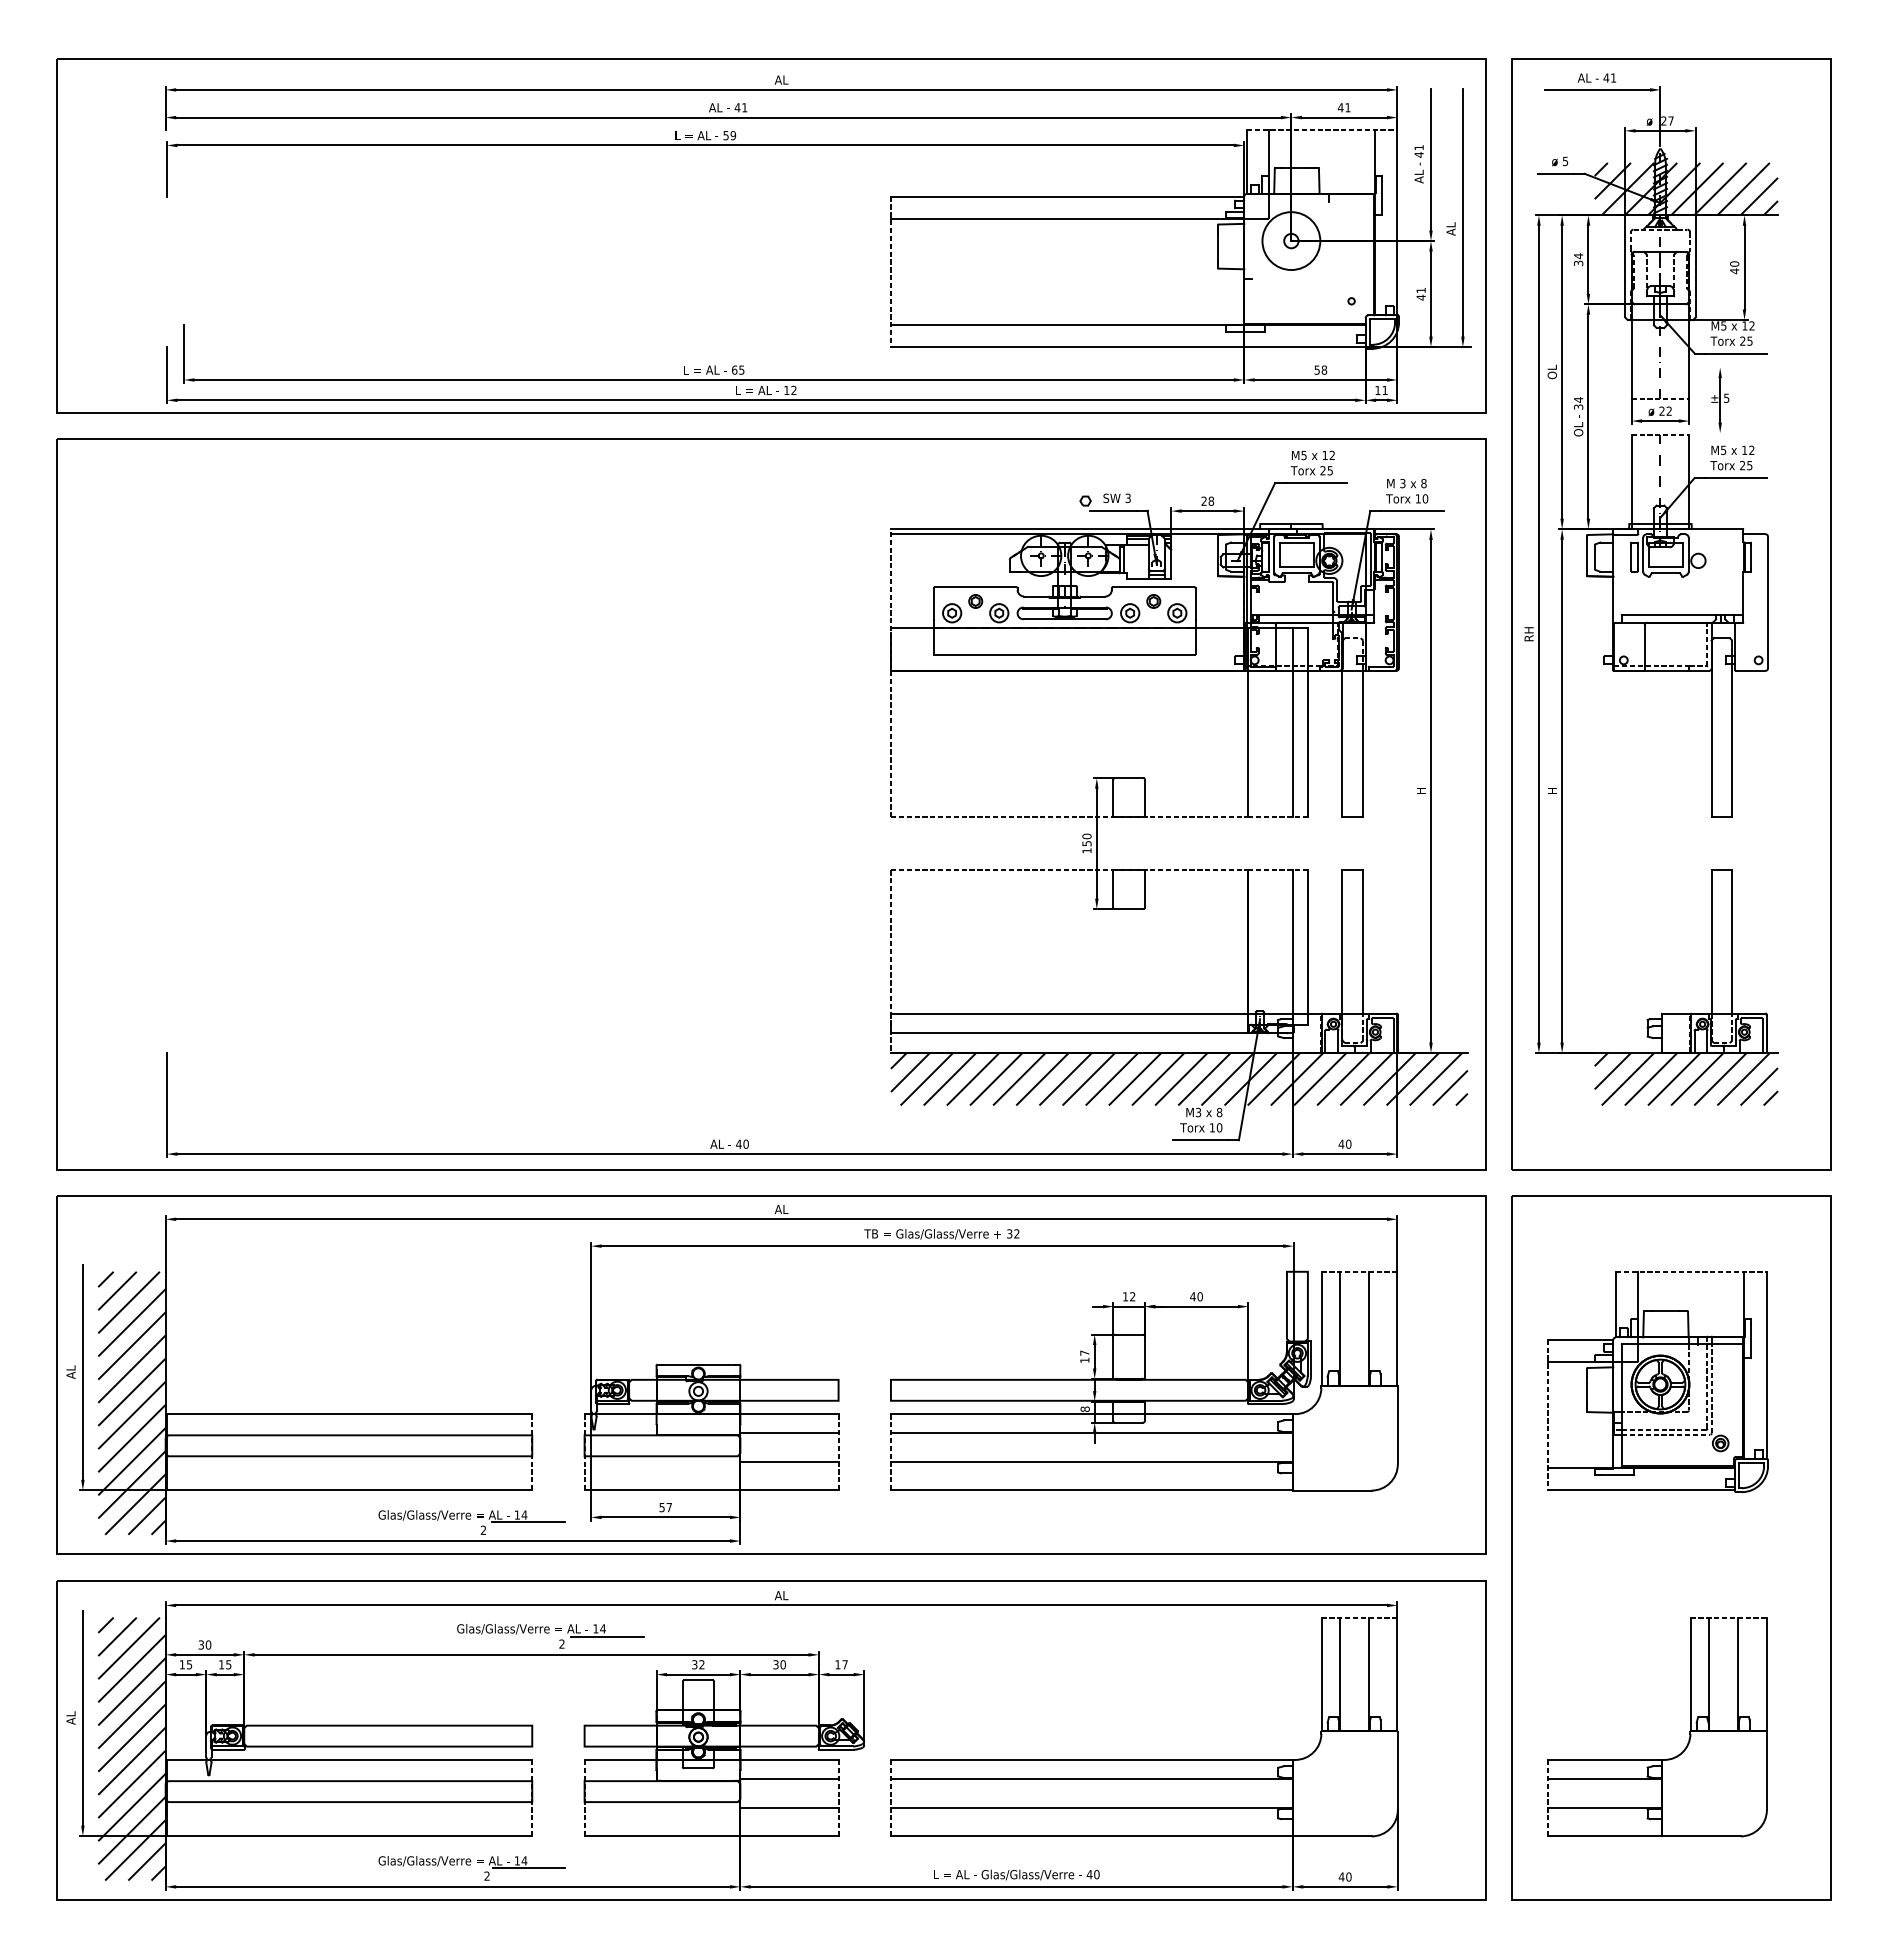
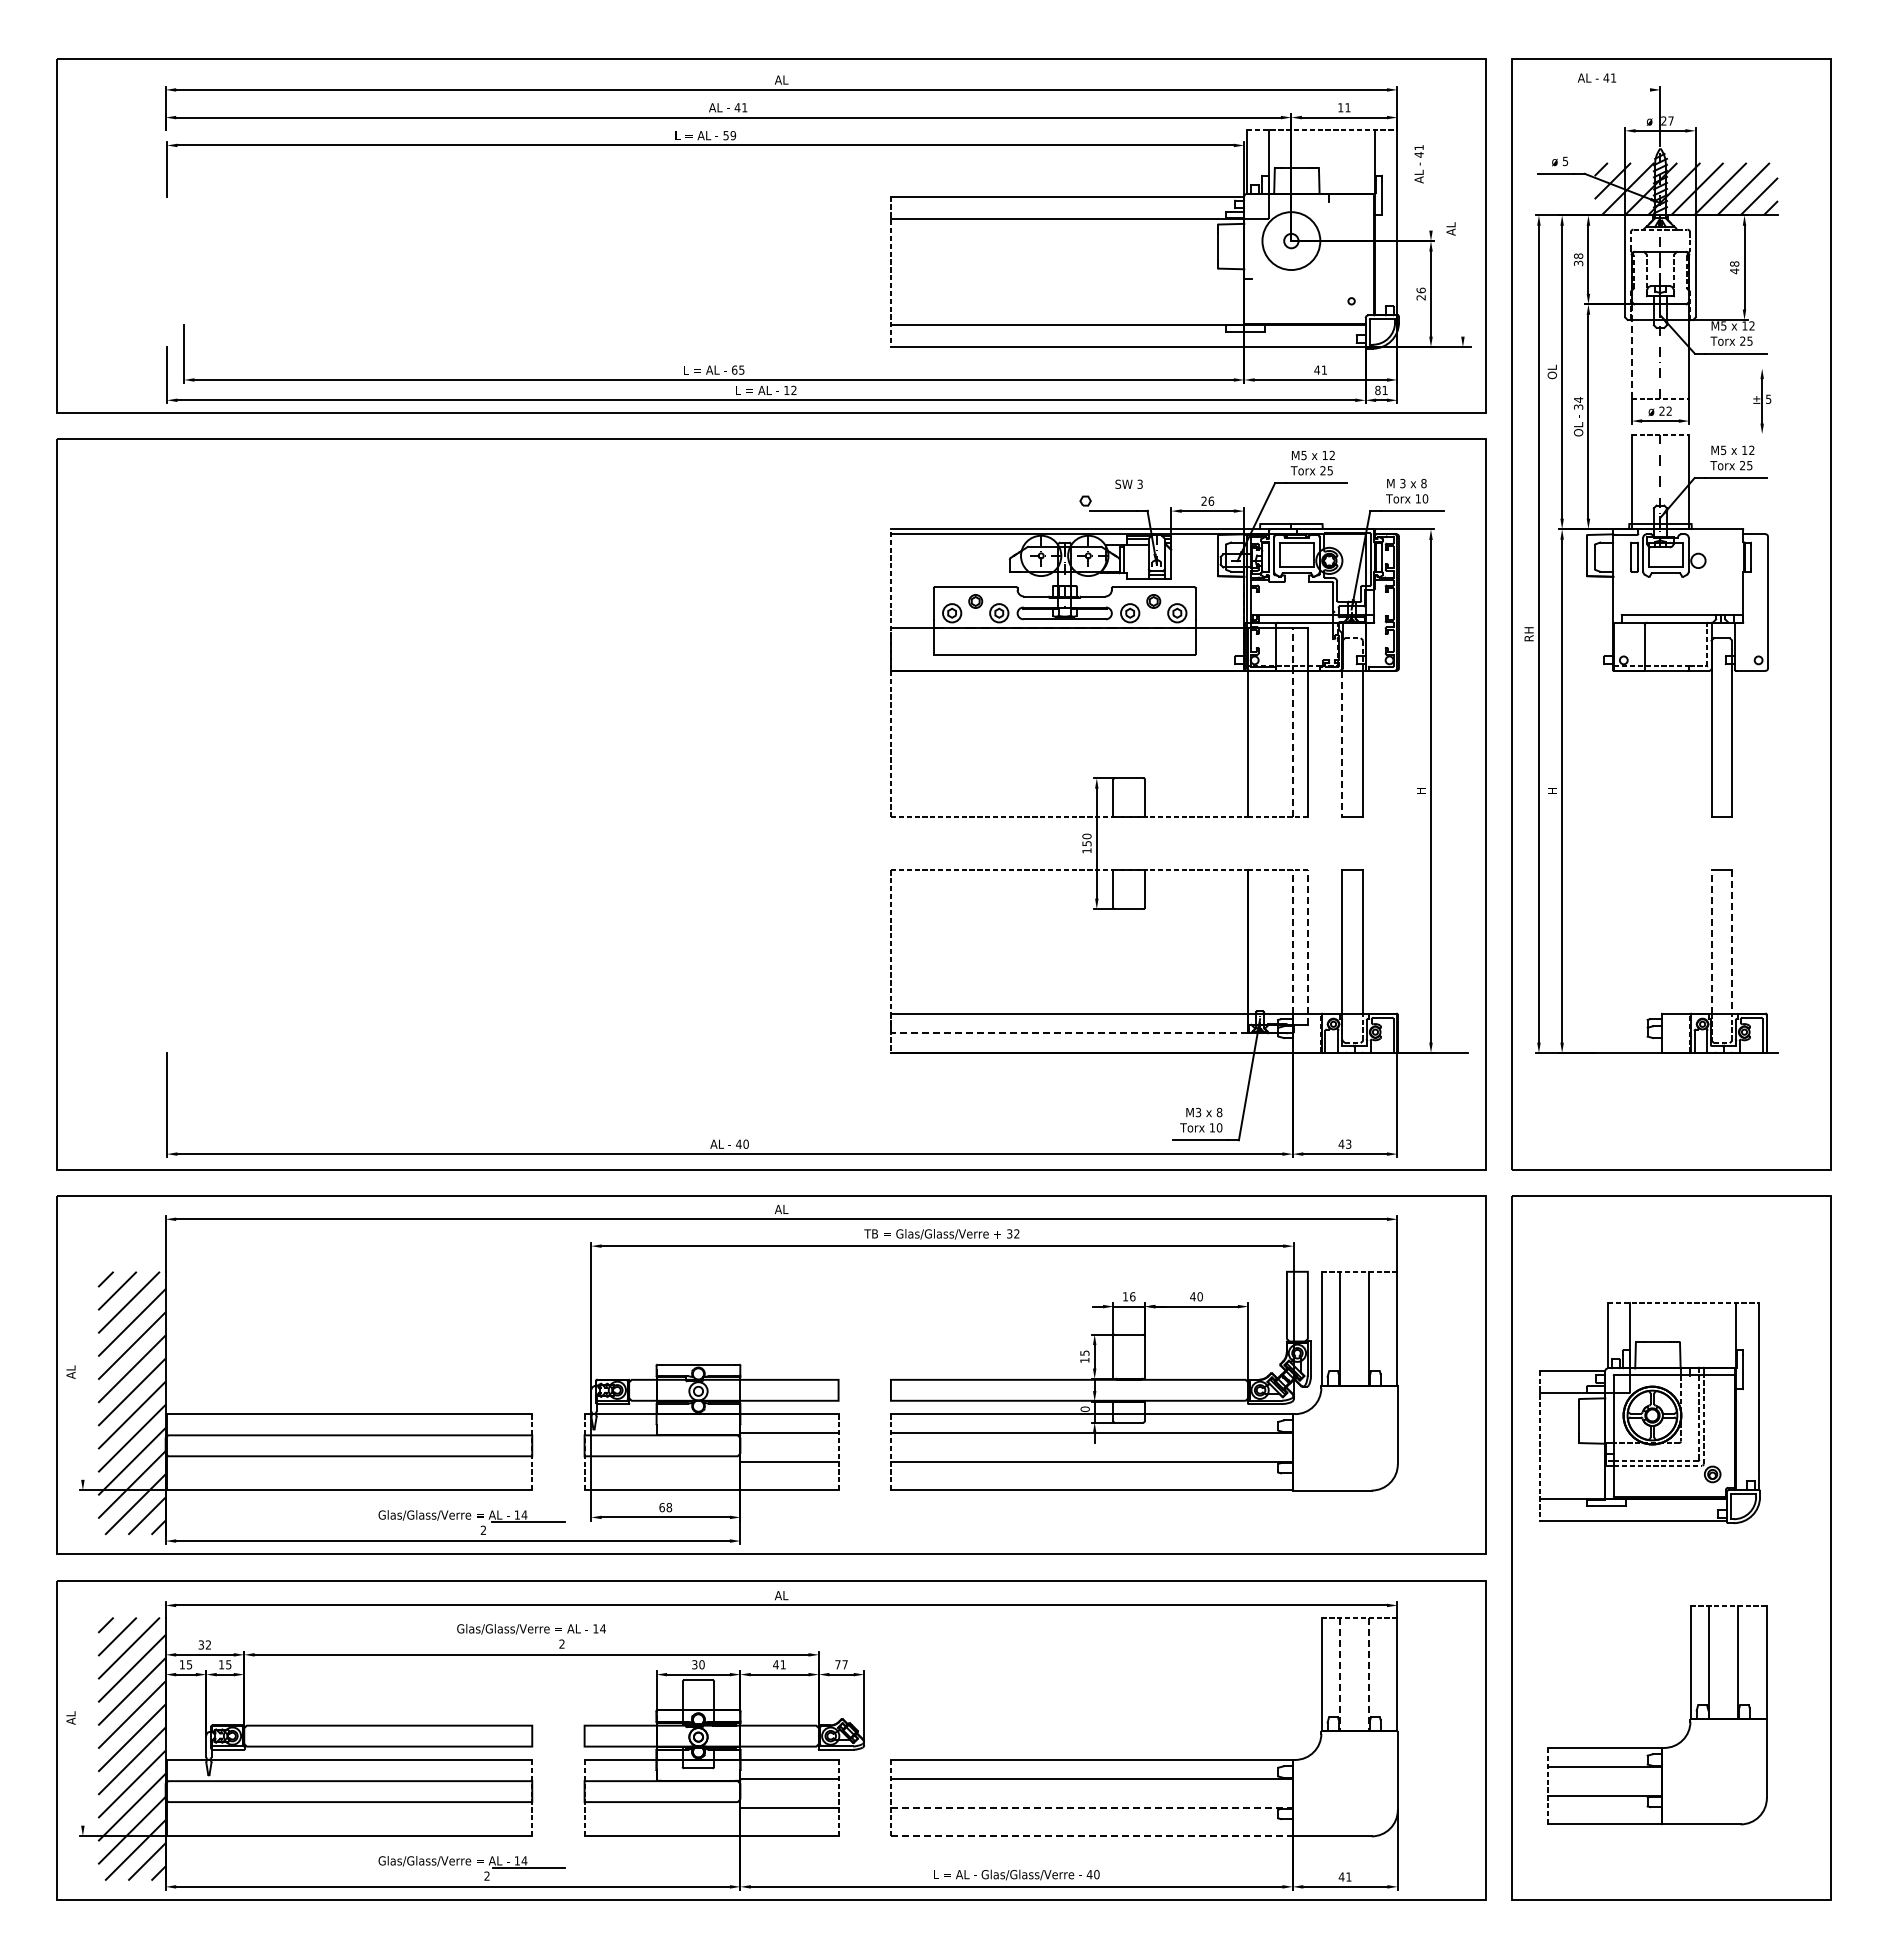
line at (1596, 89): present -> none
text at (1340, 107): 41 -> 11
line at (1430, 159): present -> none
line at (1462, 212): present -> none
text at (1578, 256): 34 -> 38
text at (1734, 263): 40 -> 48
text at (1420, 293): 41 -> 26
line at (1631, 351): solid -> dashed
text at (1320, 369): 58 -> 41
text at (1377, 390): 11 -> 81
part at (1720, 400) position: (1720, 400) -> (1762, 401)
text at (1116, 497) position: (1116, 497) -> (1128, 483)
text at (1211, 500): 28 -> 26
line at (1293, 722): solid -> dashed
line at (1342, 744): solid -> dashed
line at (1711, 941): solid -> dashed
line at (1732, 941): solid -> dashed
line at (1293, 946): solid -> dashed
line at (1307, 946): solid -> dashed
line at (1069, 1032): solid -> dashed
hatch at (1178, 1079): present -> none
hatch at (1686, 1079): present -> none
text at (1348, 1143): 40 -> 43
text at (1132, 1296): 12 -> 16
text at (1084, 1352): 17 -> 15
line at (82, 1371): present -> none
part at (1657, 1381) position: (1657, 1381) -> (1649, 1412)
text at (1084, 1409): 8 -> 0
text at (665, 1507): 57 -> 68
line at (606, 1636): present -> none
text at (208, 1644): 30 -> 32
text at (701, 1664): 32 -> 30
text at (779, 1664): 30 -> 41
text at (837, 1664): 17 -> 77
line at (1340, 1674): solid -> dashed
line at (1368, 1674): solid -> dashed
line at (82, 1717): present -> none
part at (1657, 1759) position: (1657, 1759) -> (1657, 1747)
line at (1091, 1807): solid -> dashed
line at (1091, 1836): solid -> dashed
text at (1348, 1876): 40 -> 41
